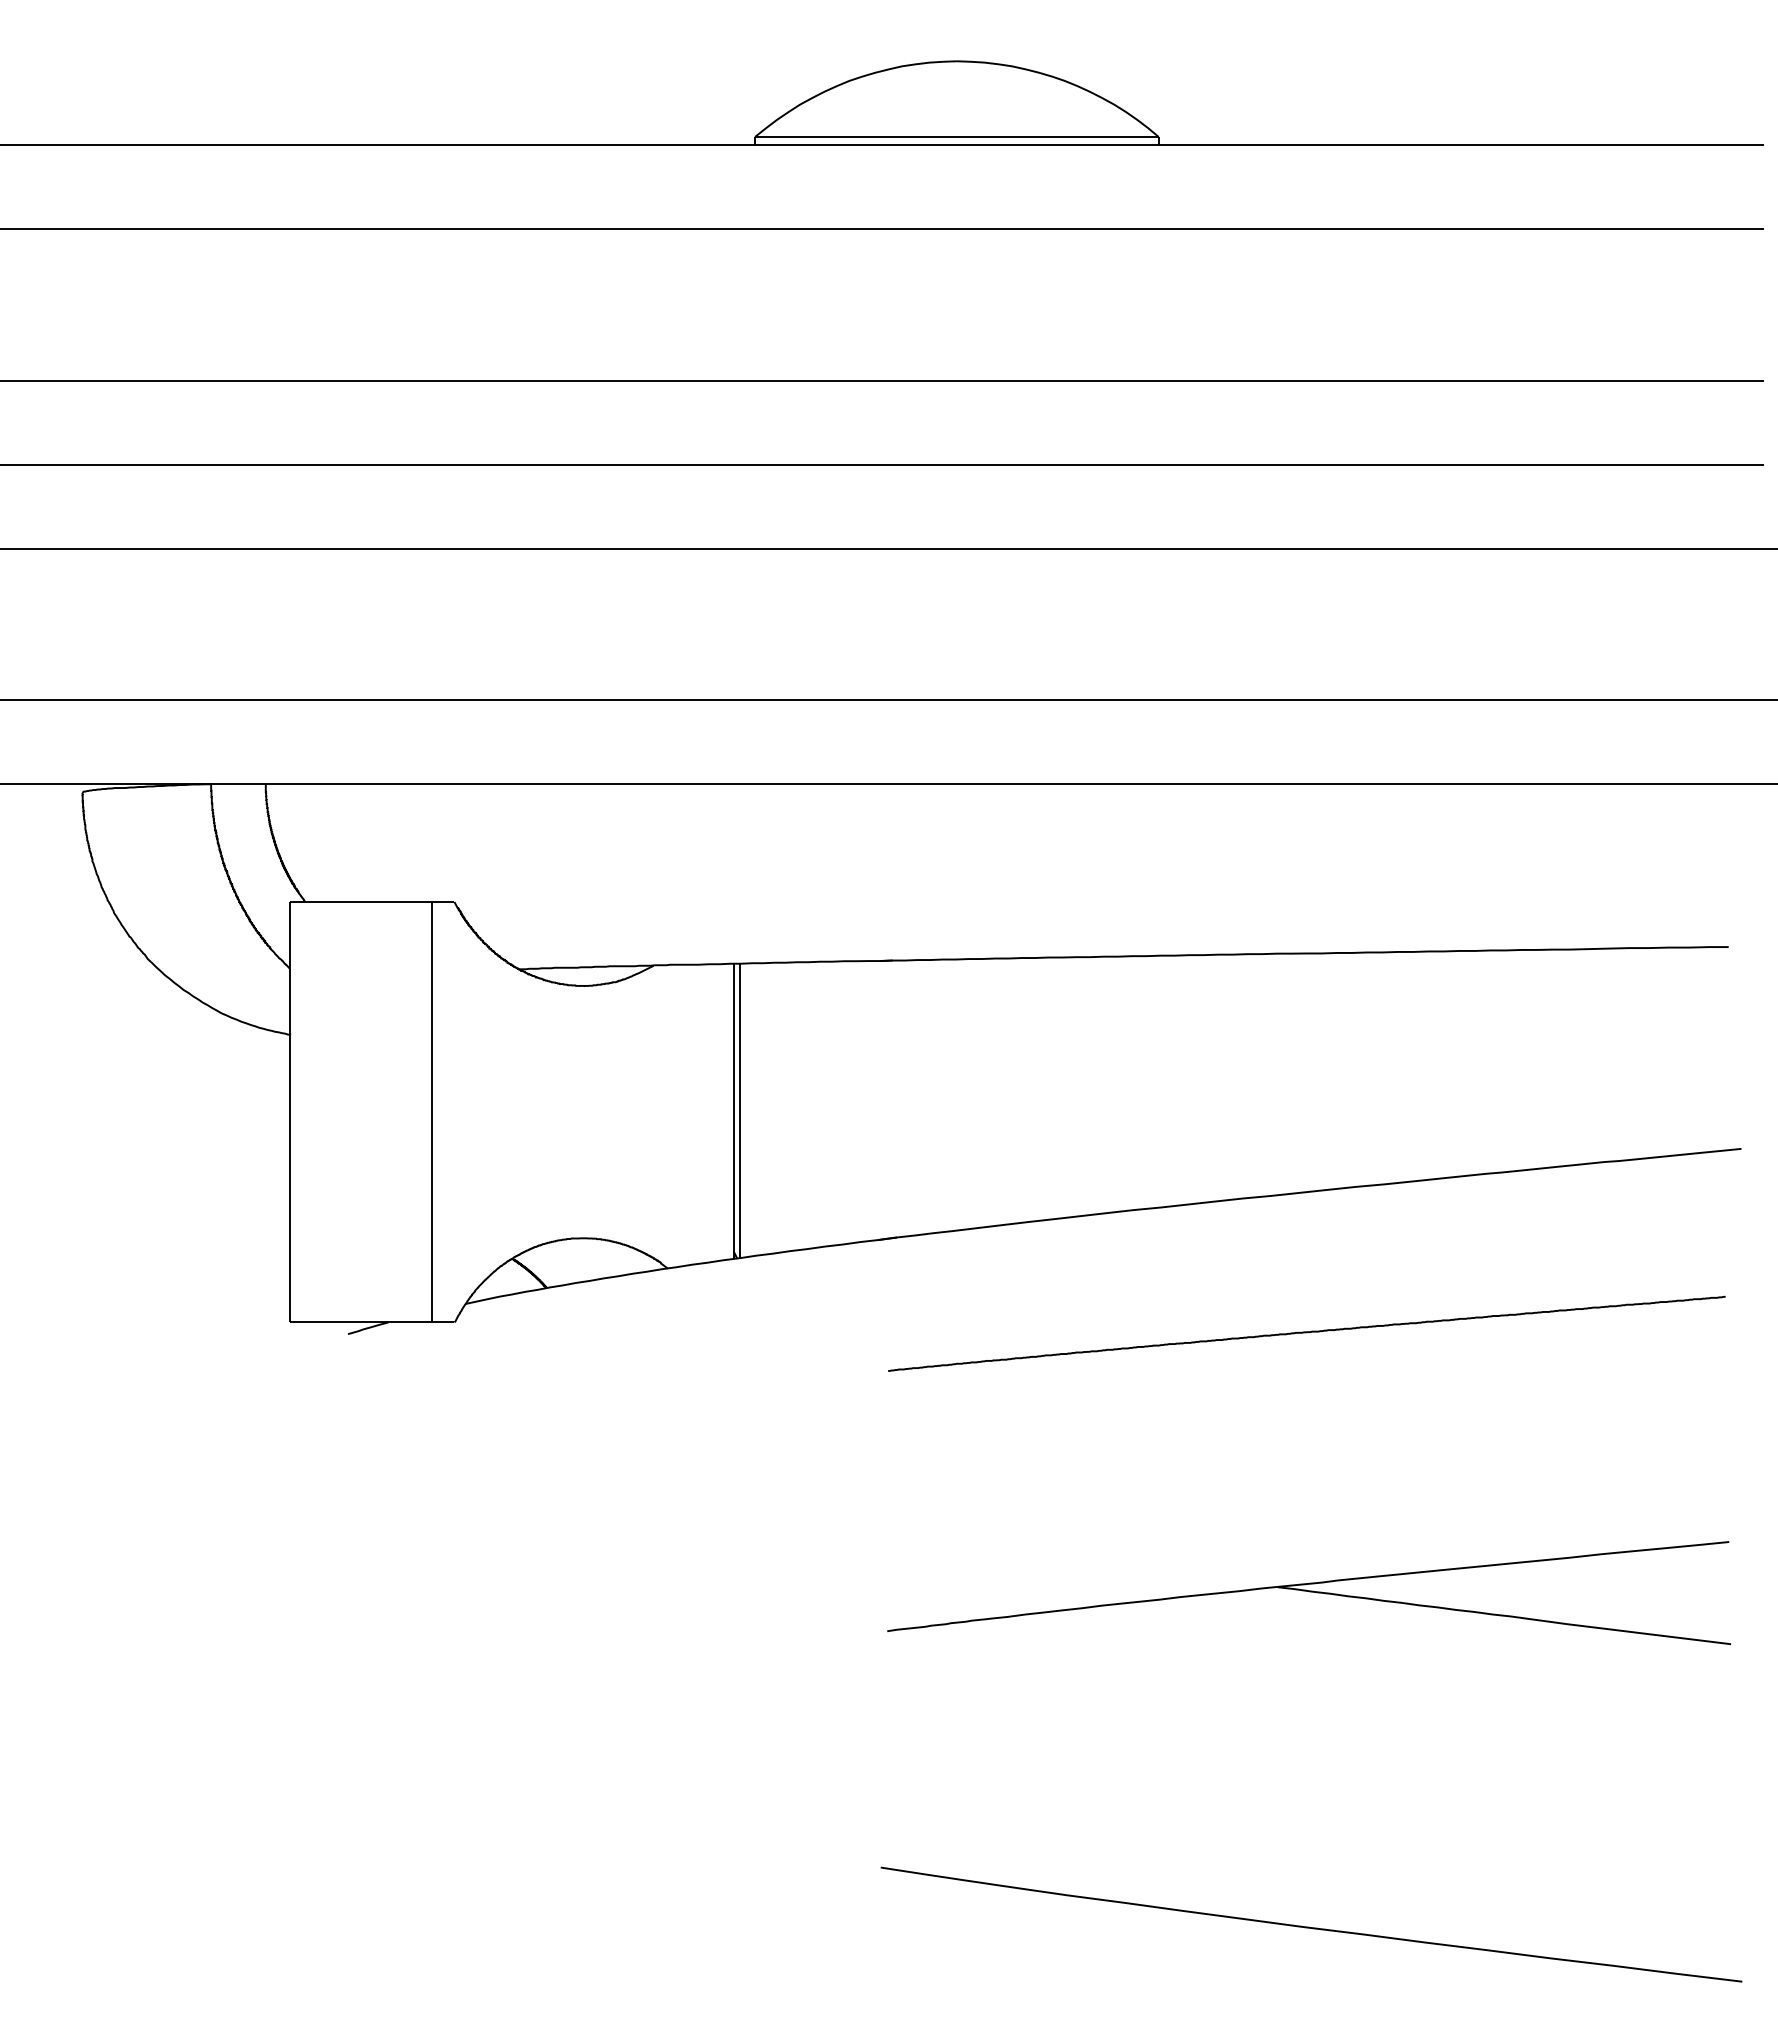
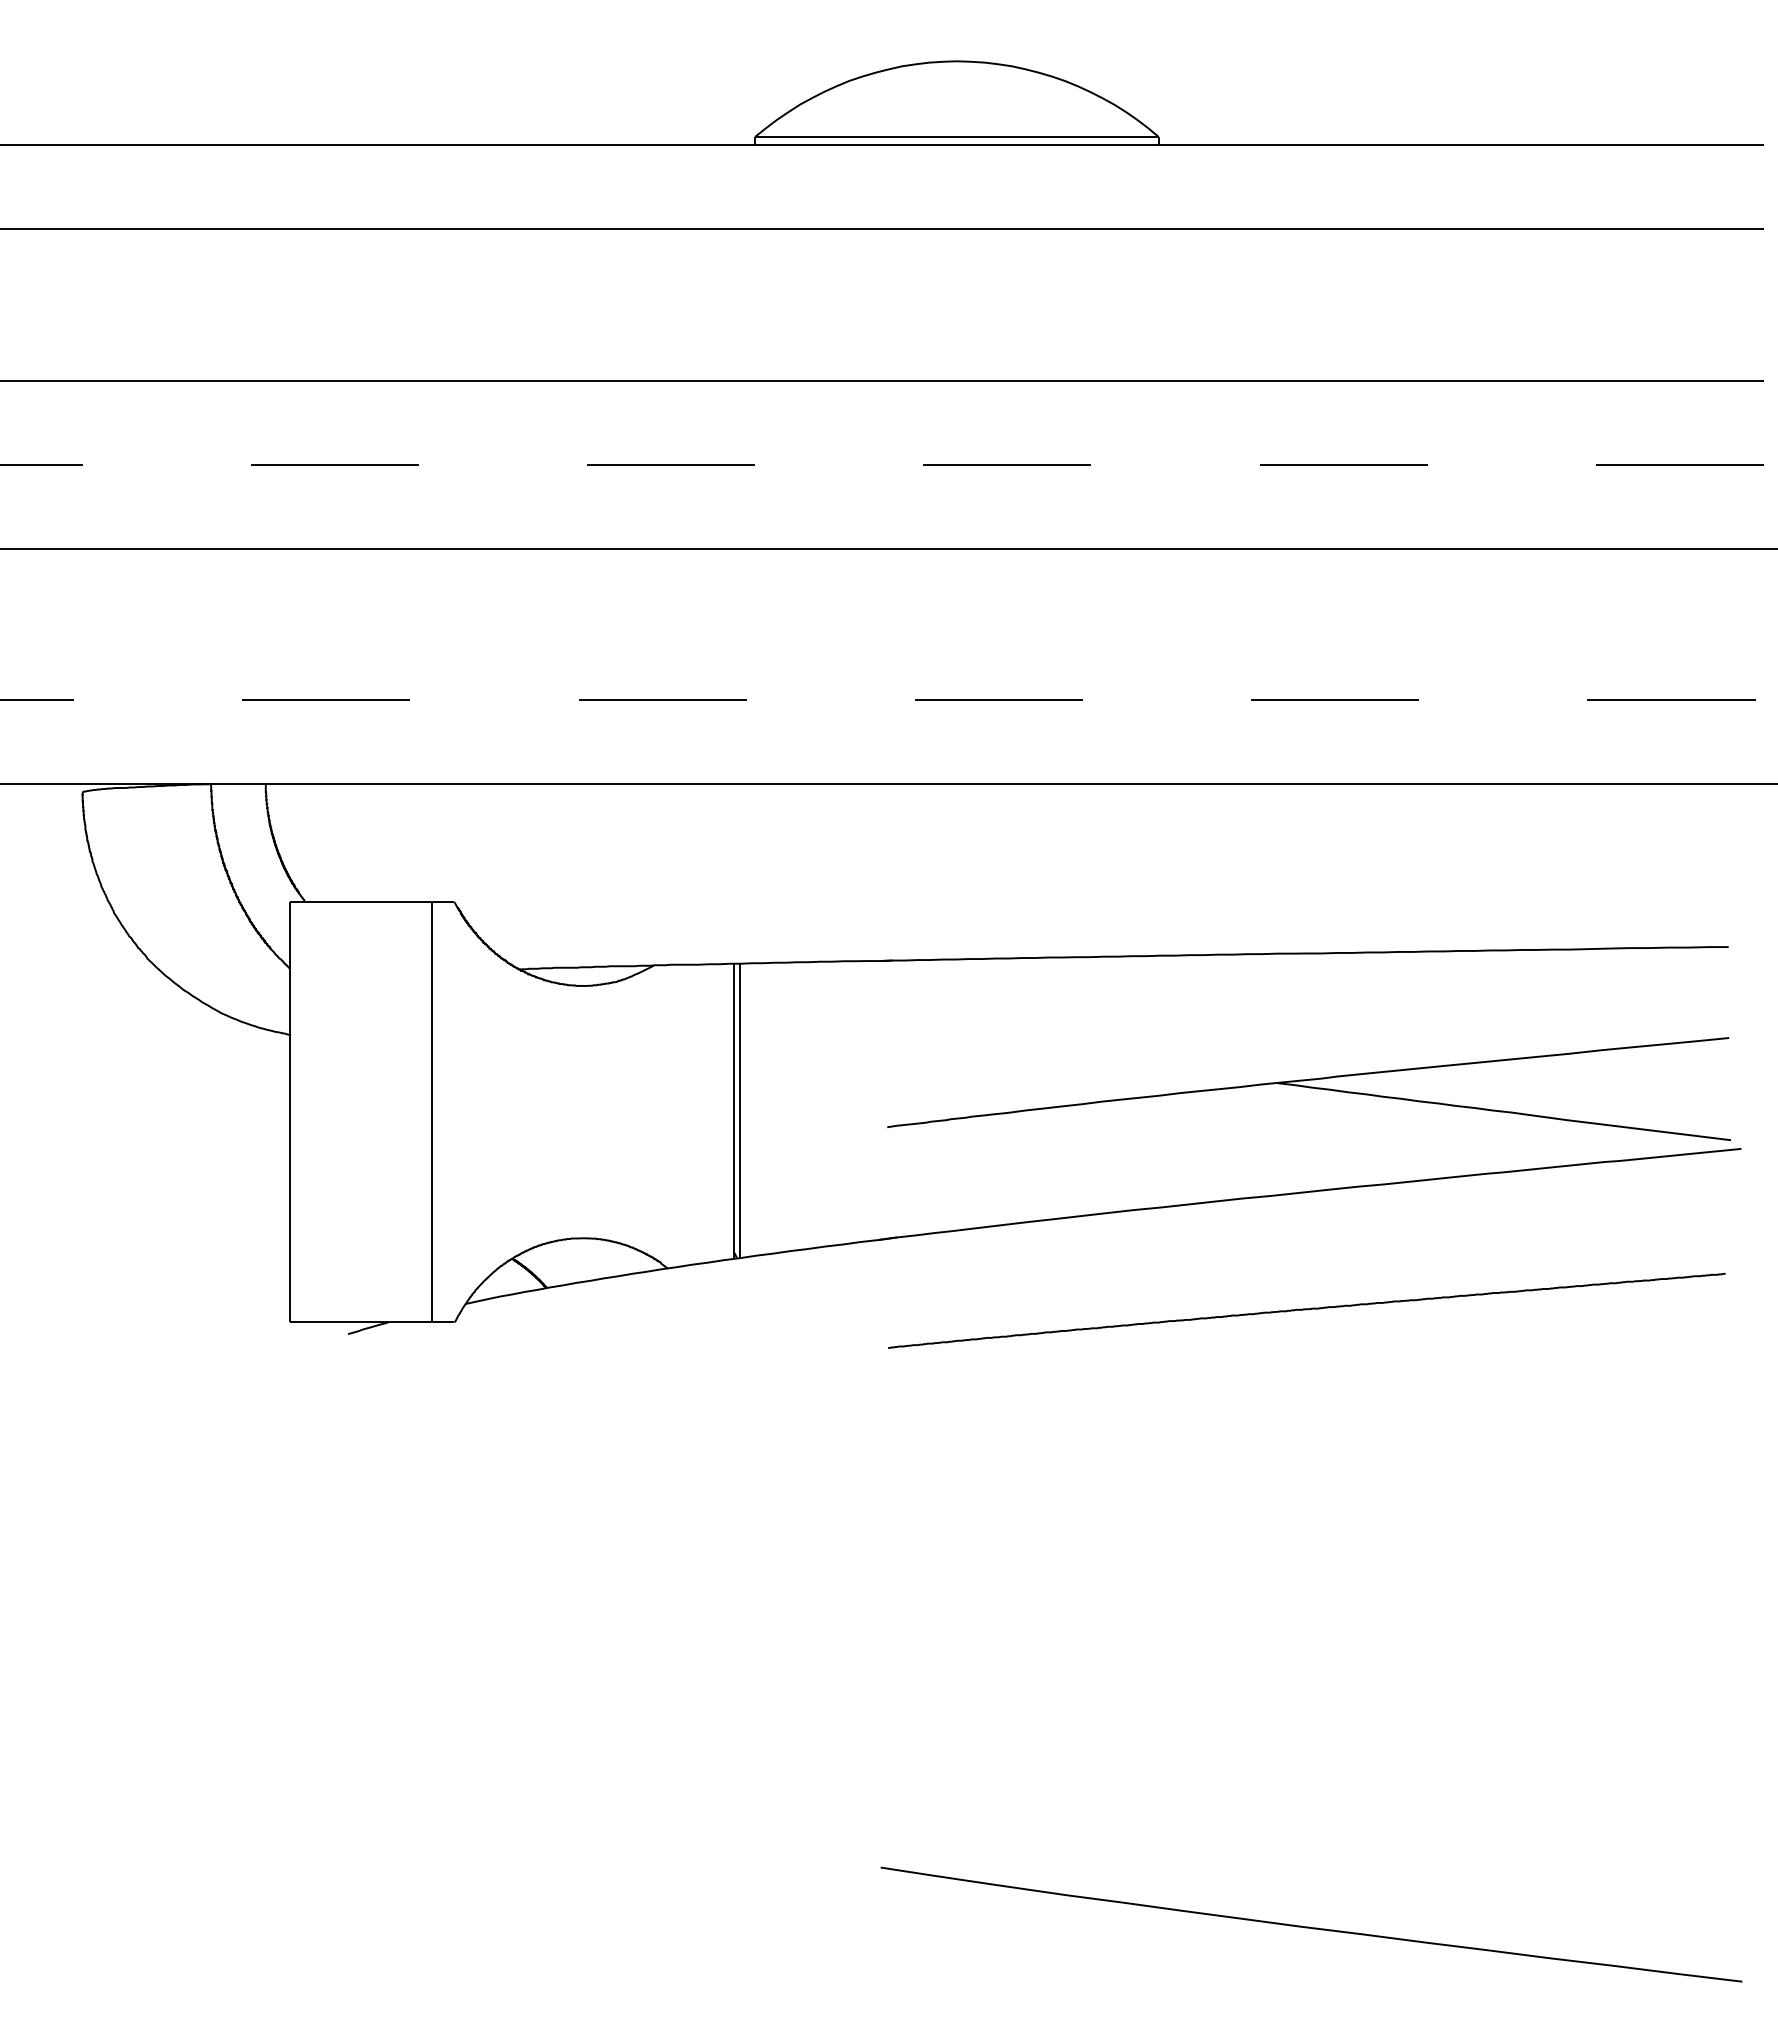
line at (882, 464): solid -> dashed
line at (889, 700): solid -> dashed
curve at (1306, 1333) position: (1306, 1333) -> (1306, 1310)
part at (1308, 1593) position: (1308, 1593) -> (1308, 1089)
